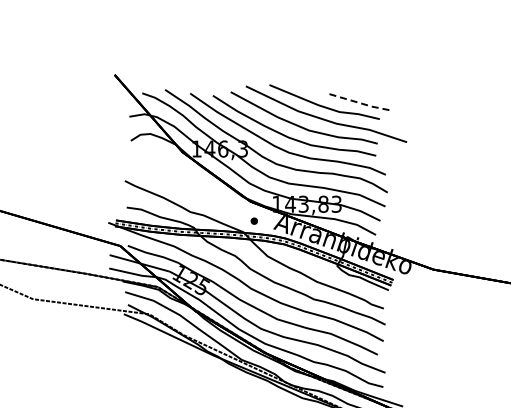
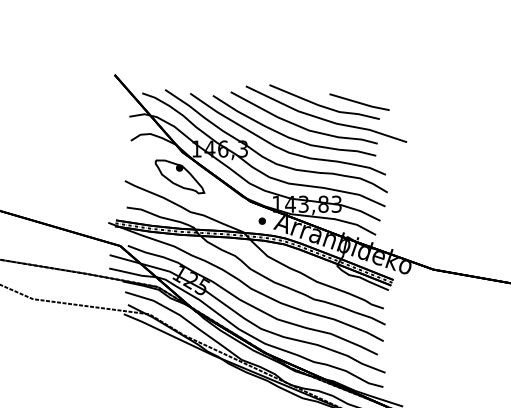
line at (359, 103): dashed -> solid
part at (179, 176): none -> present
part at (253, 220) position: (253, 220) -> (261, 220)
